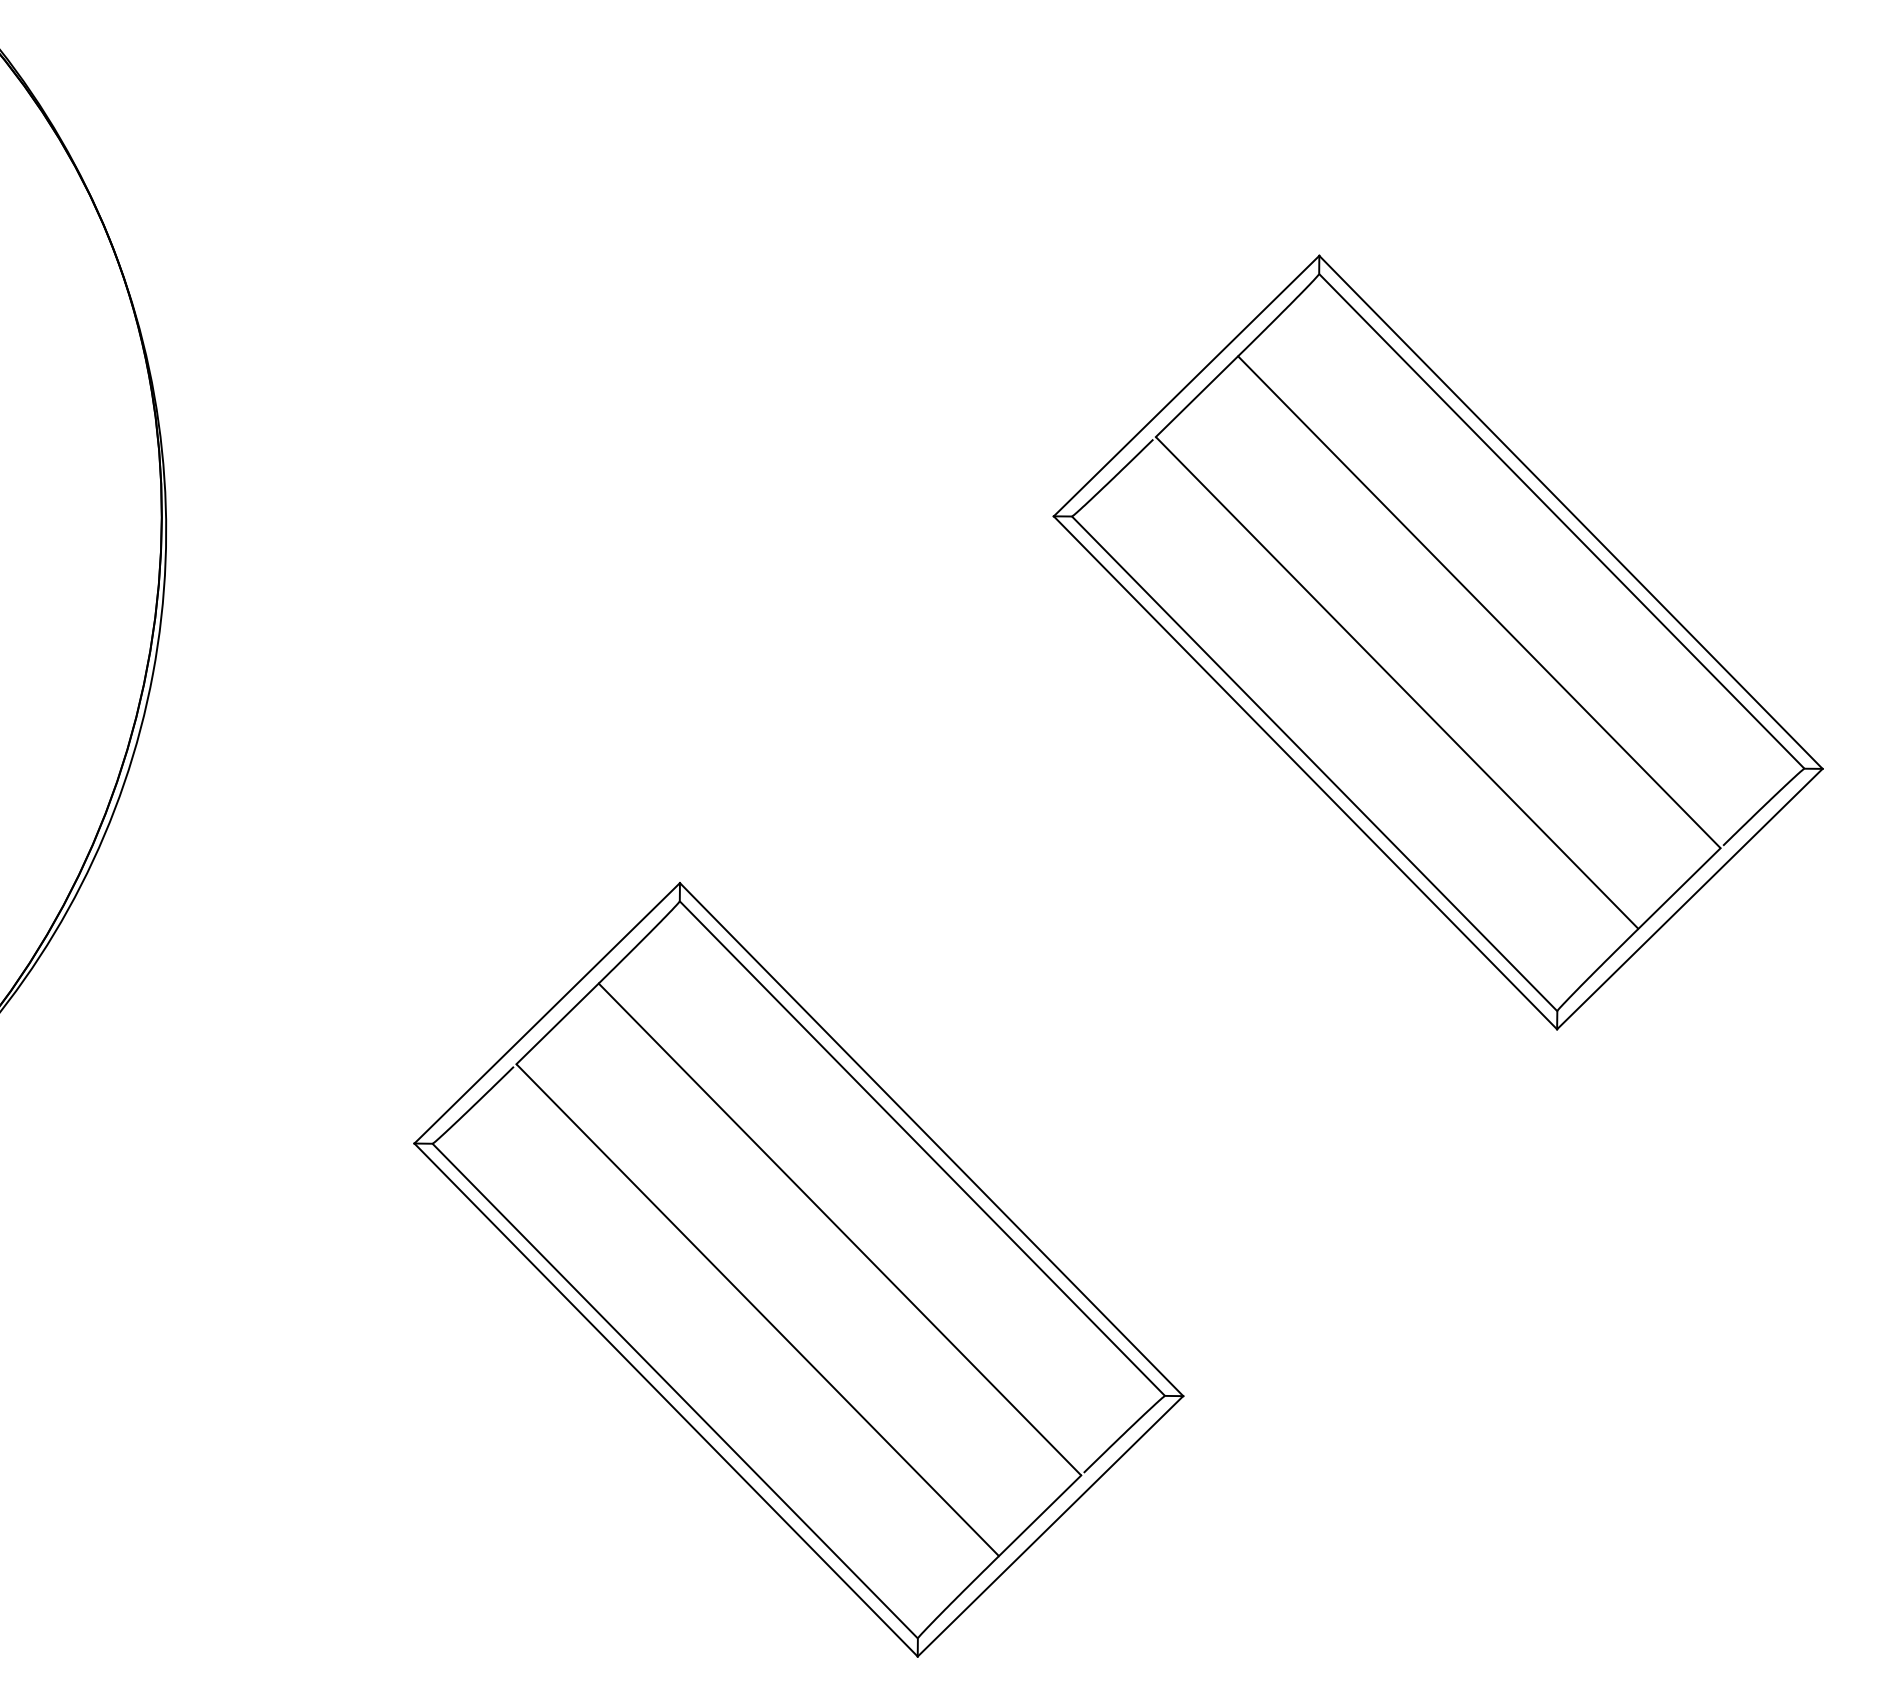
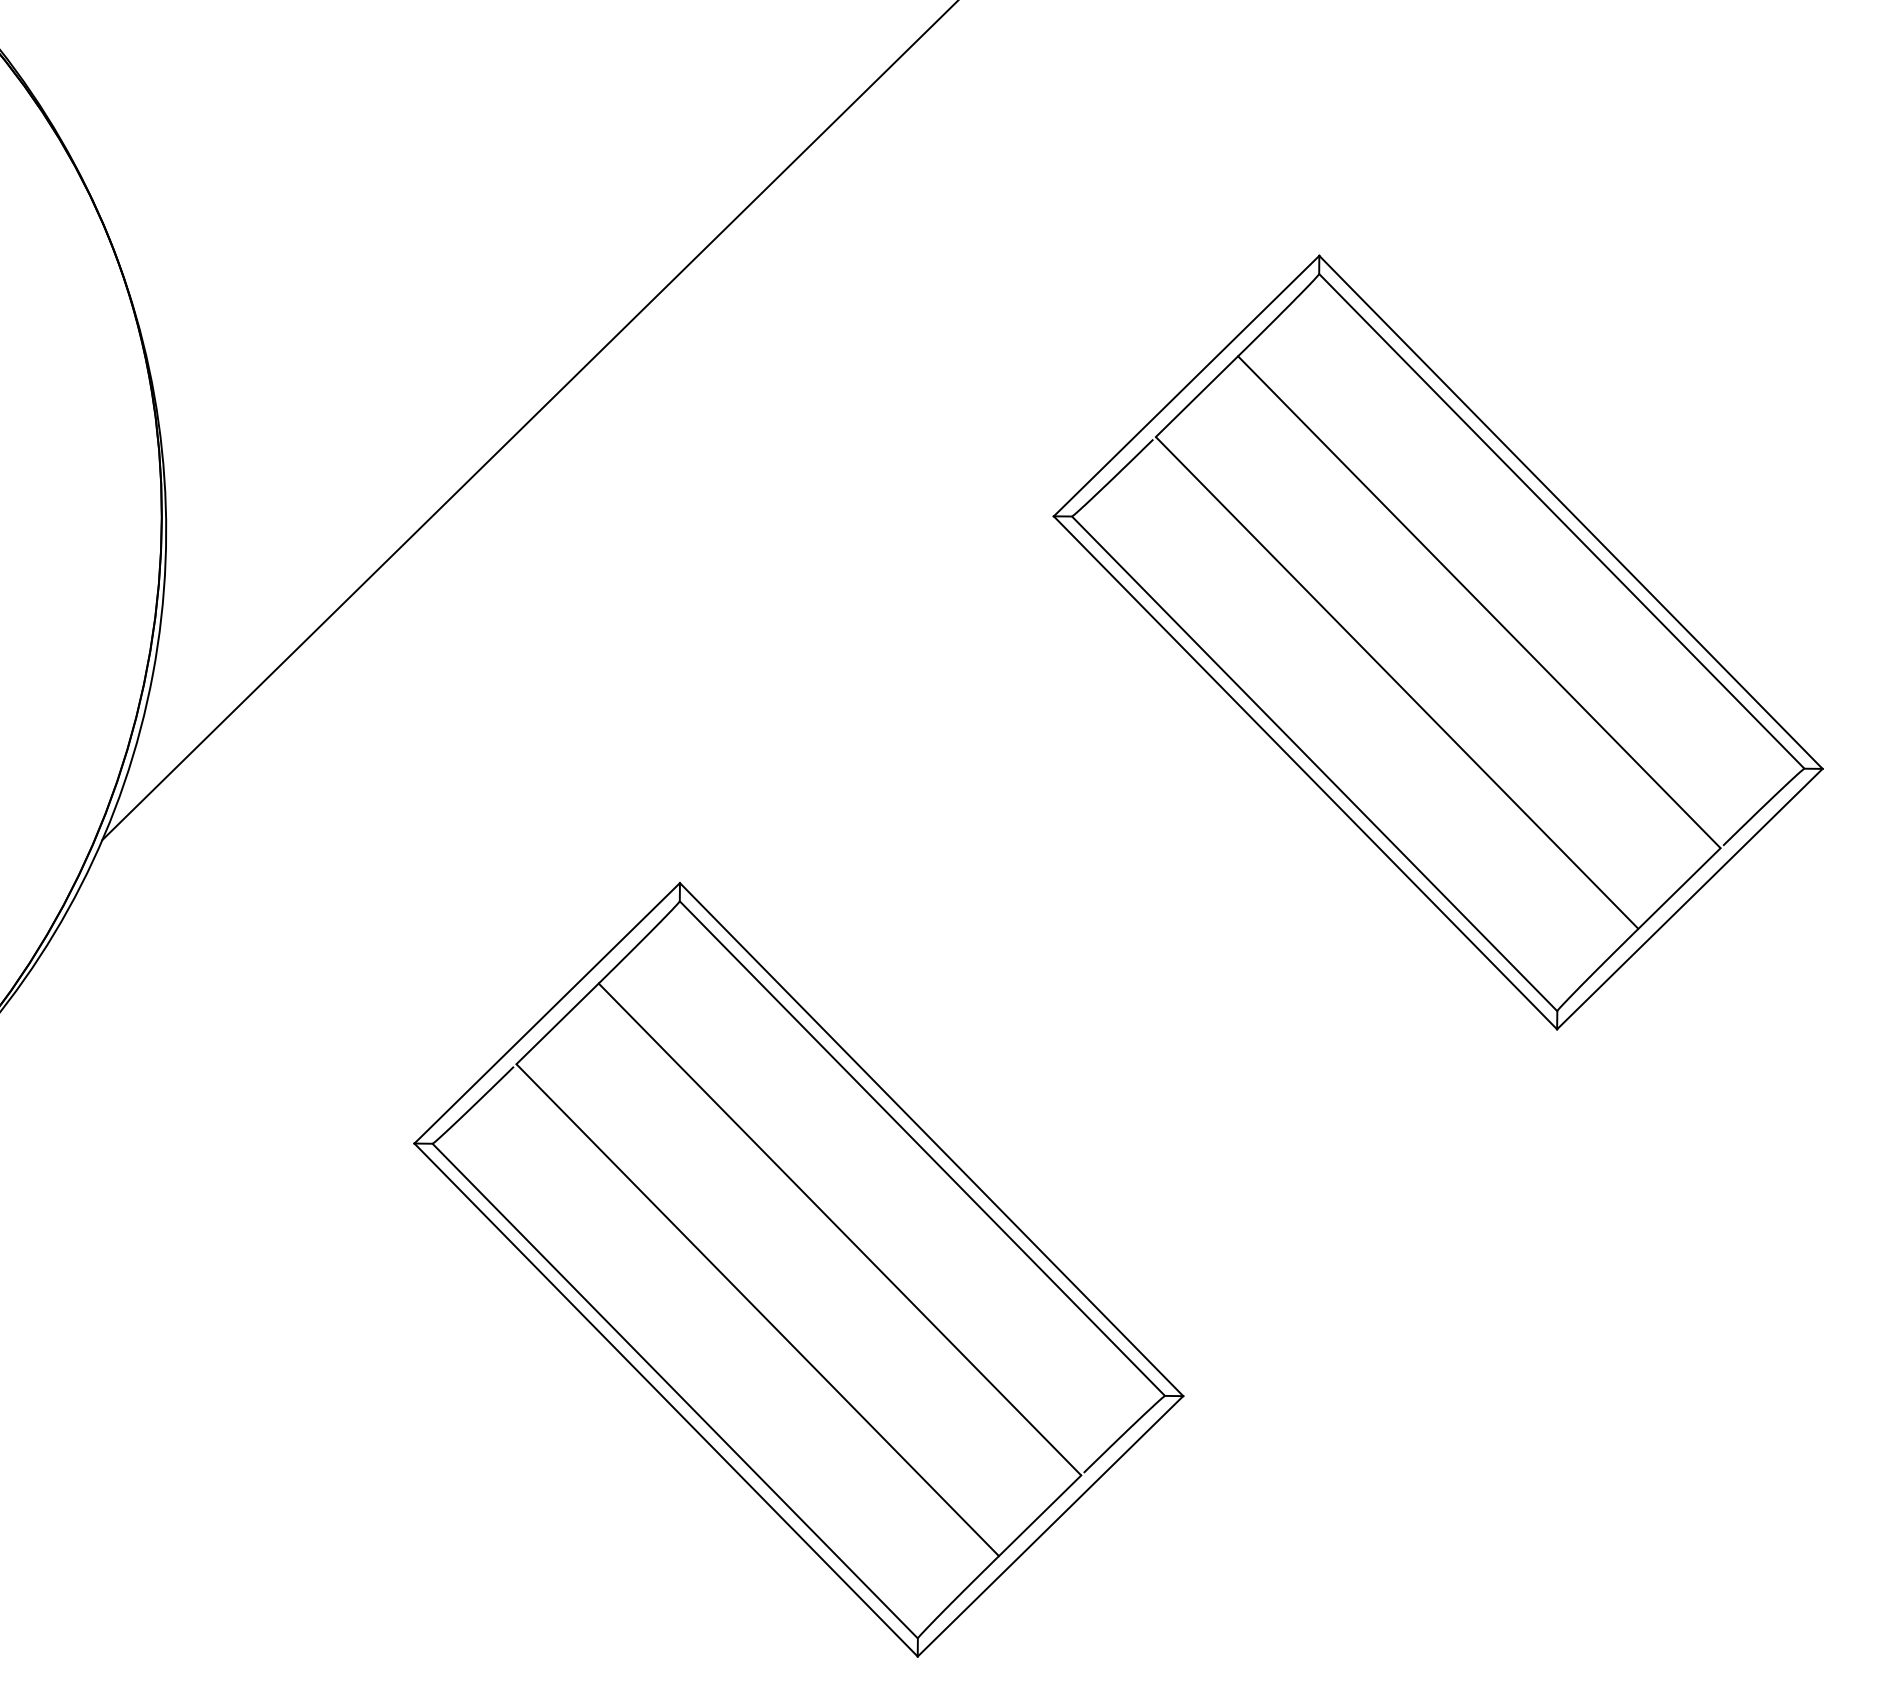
line at (529, 421): none -> present
